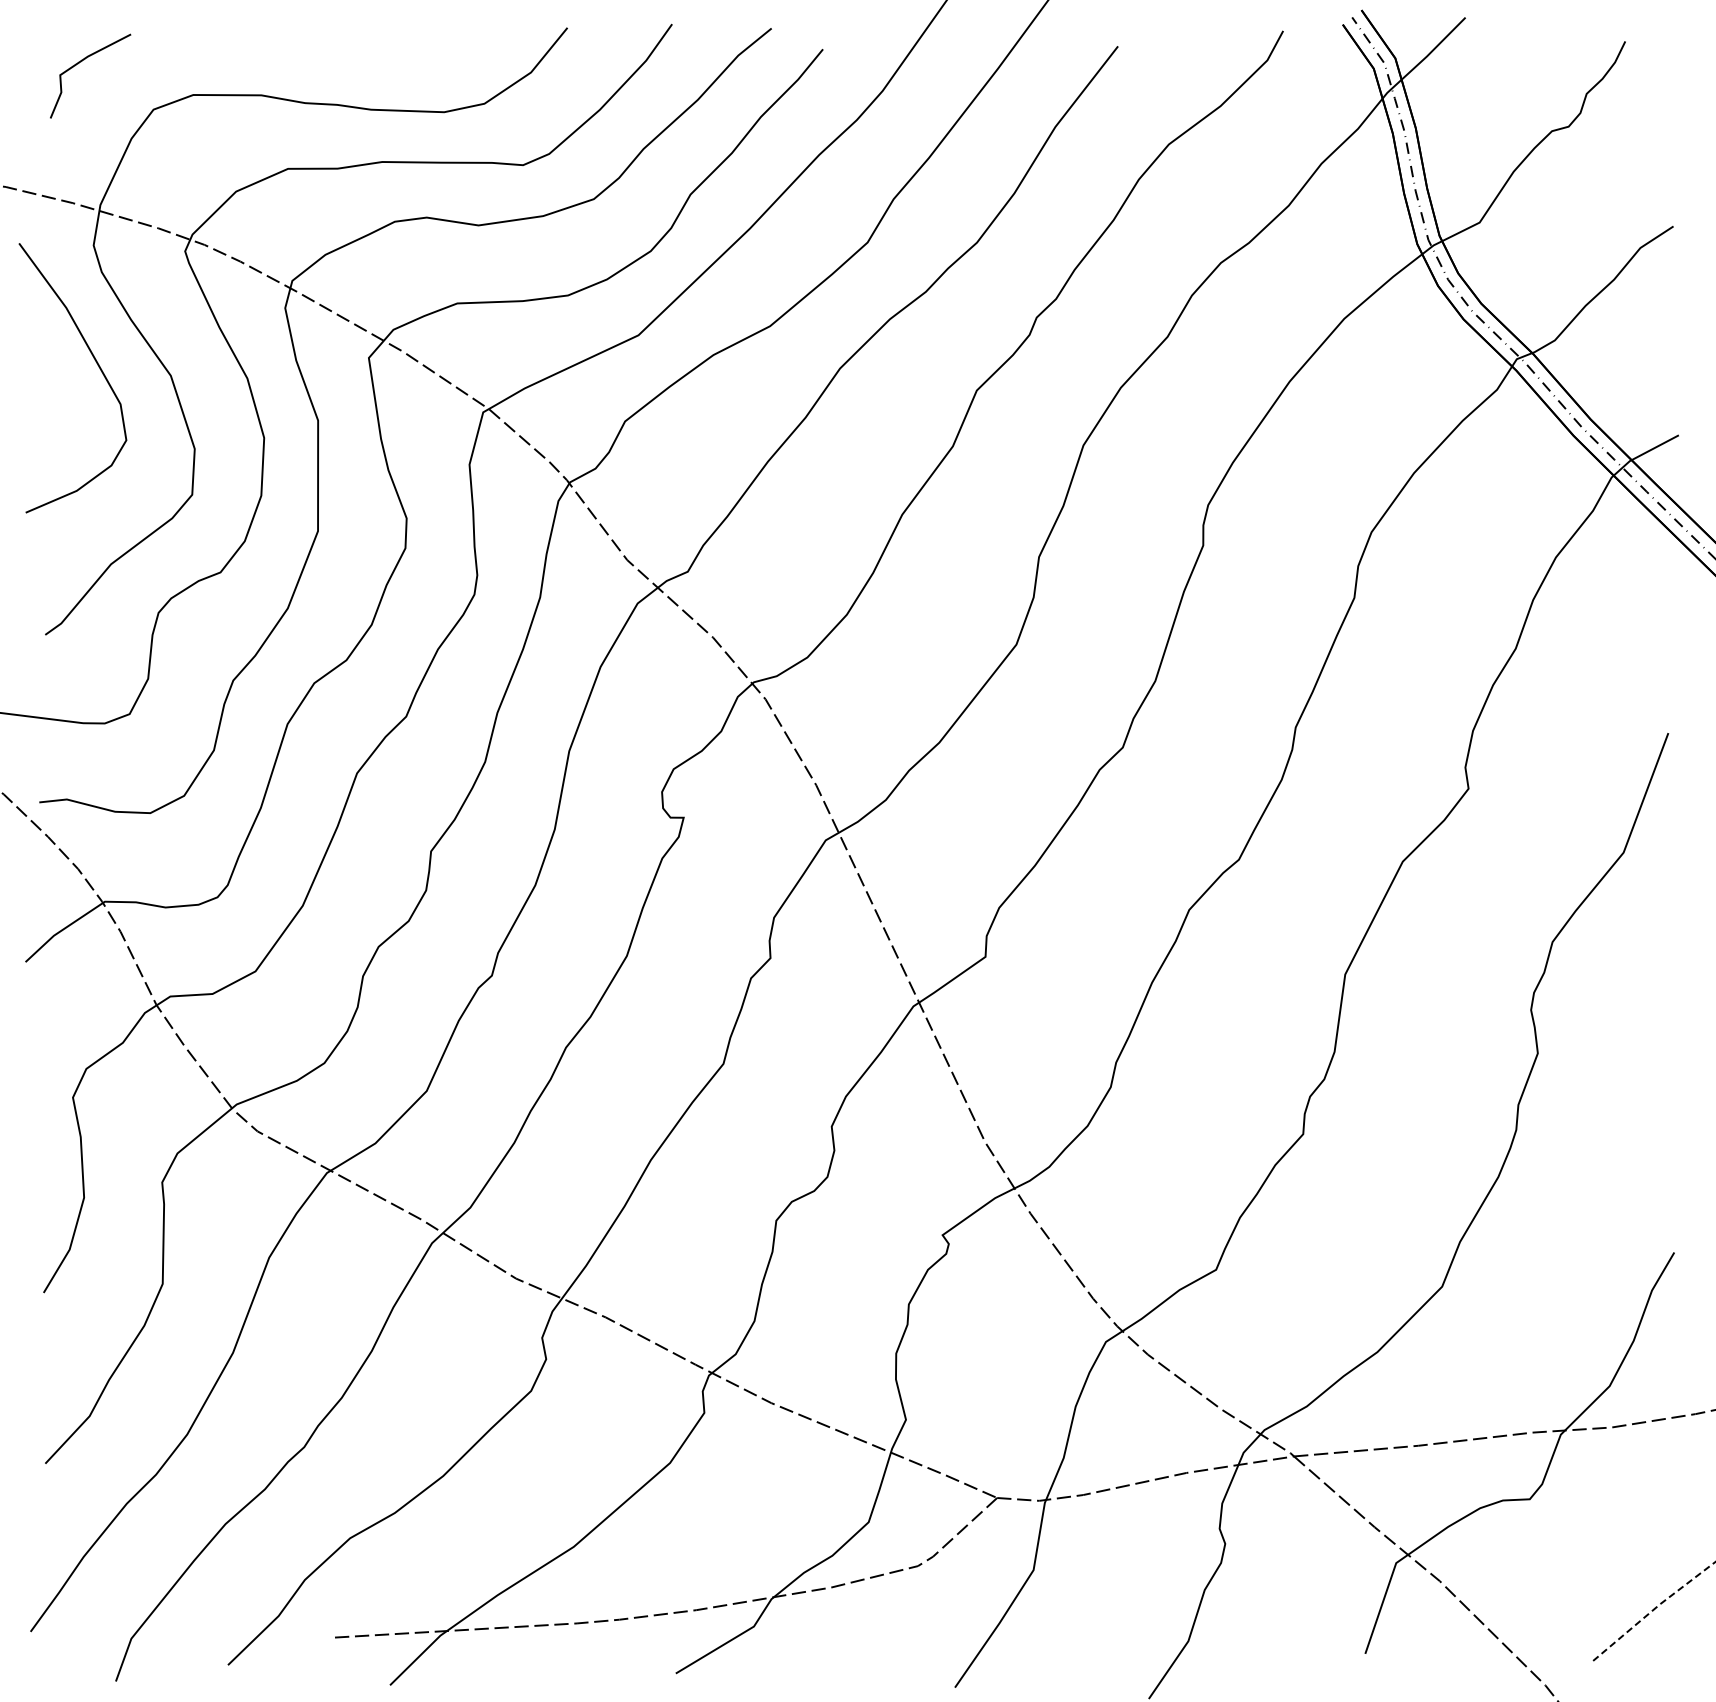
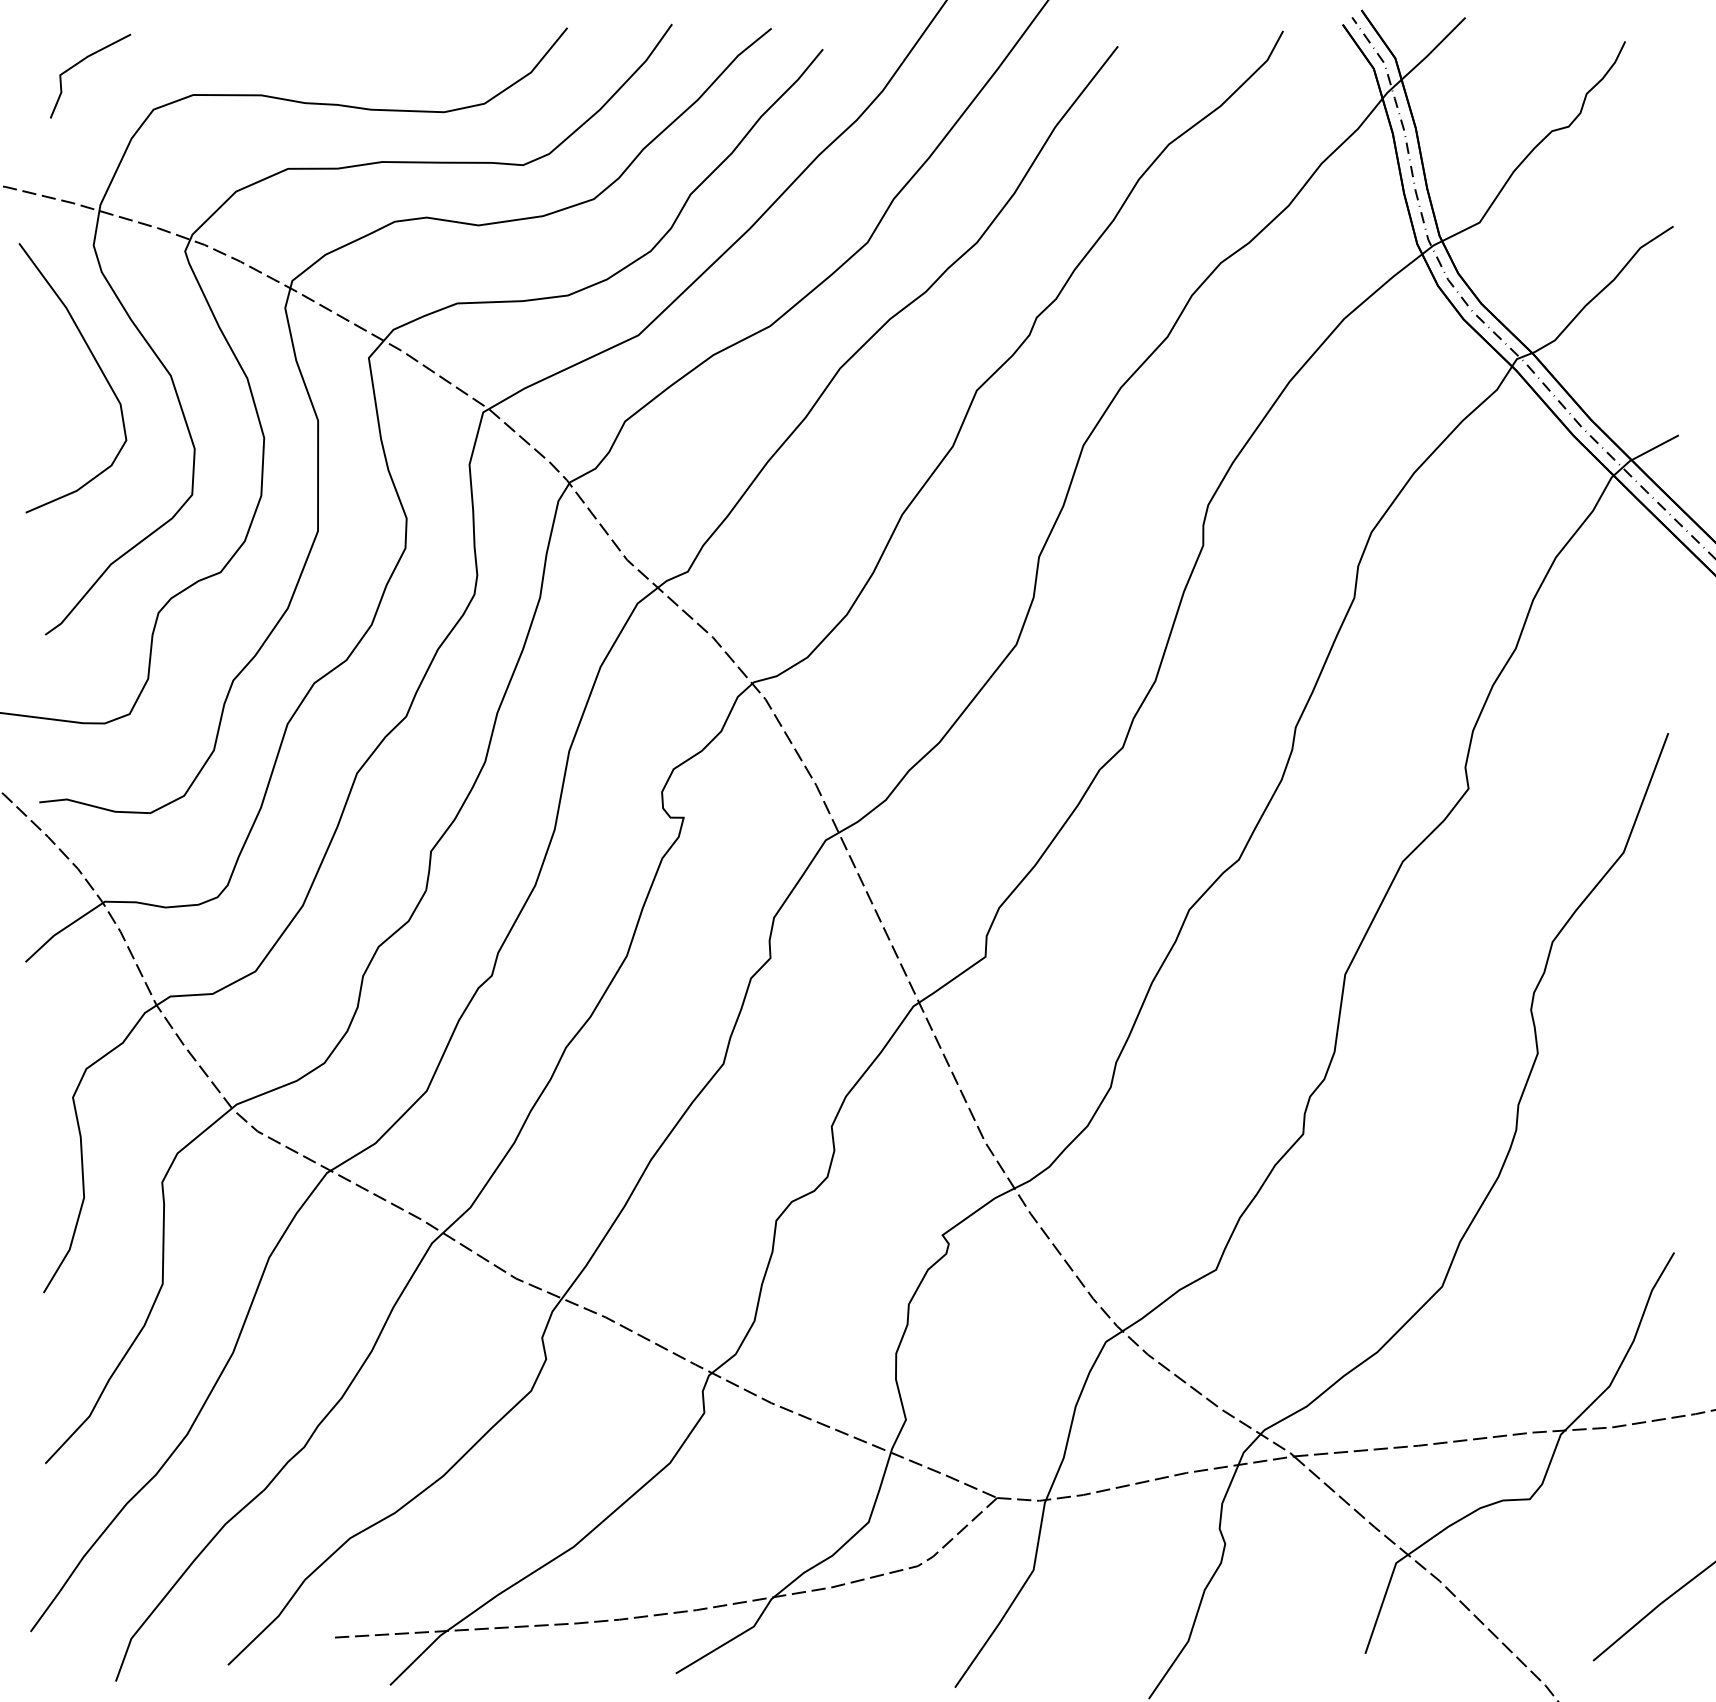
line at (1653, 1609): dashed -> solid
